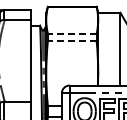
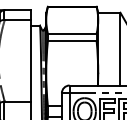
line at (71, 33): dashed -> solid
line at (71, 41): dashed -> solid
